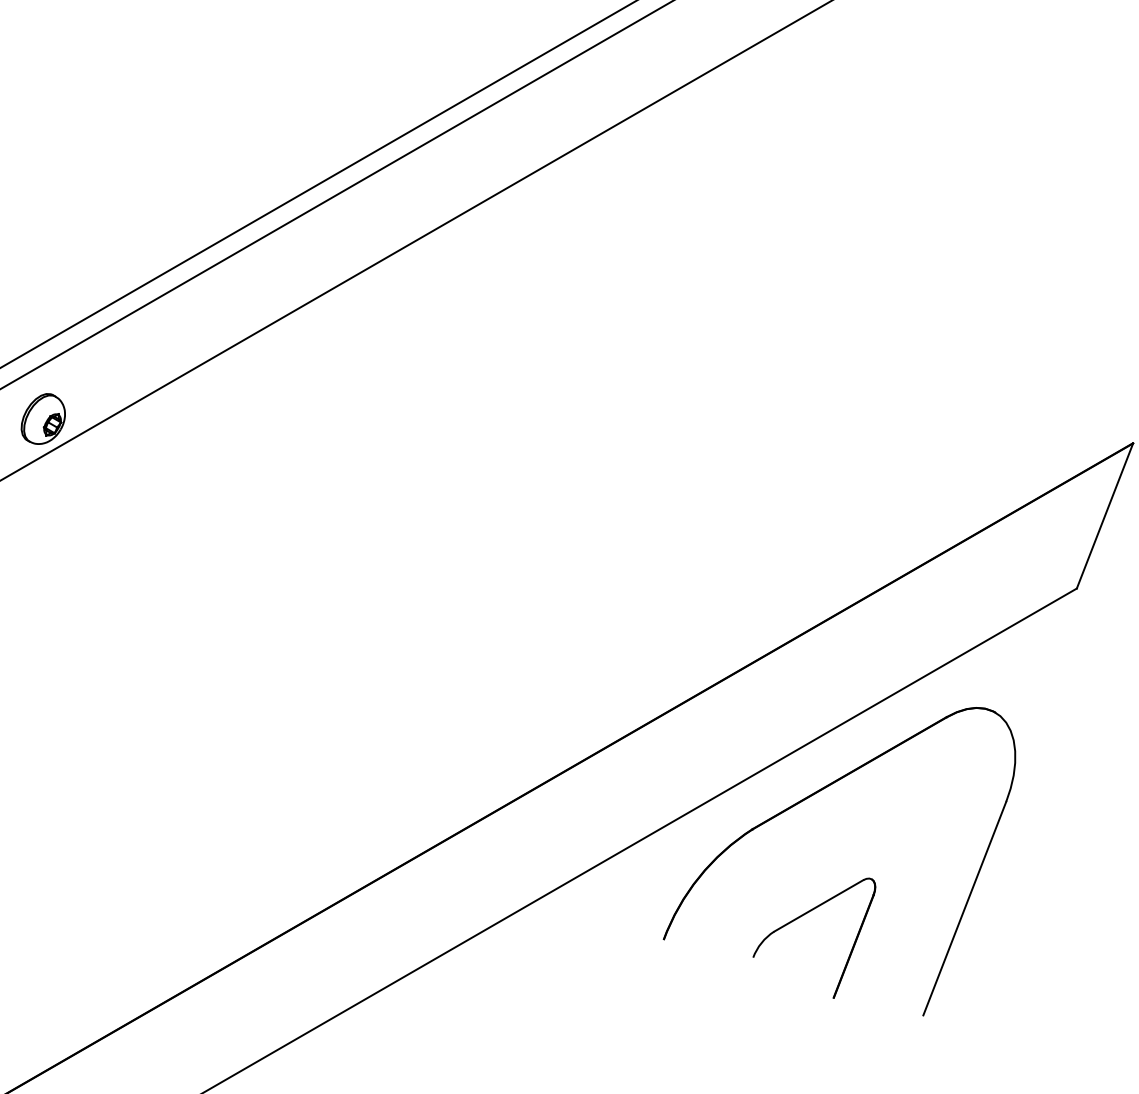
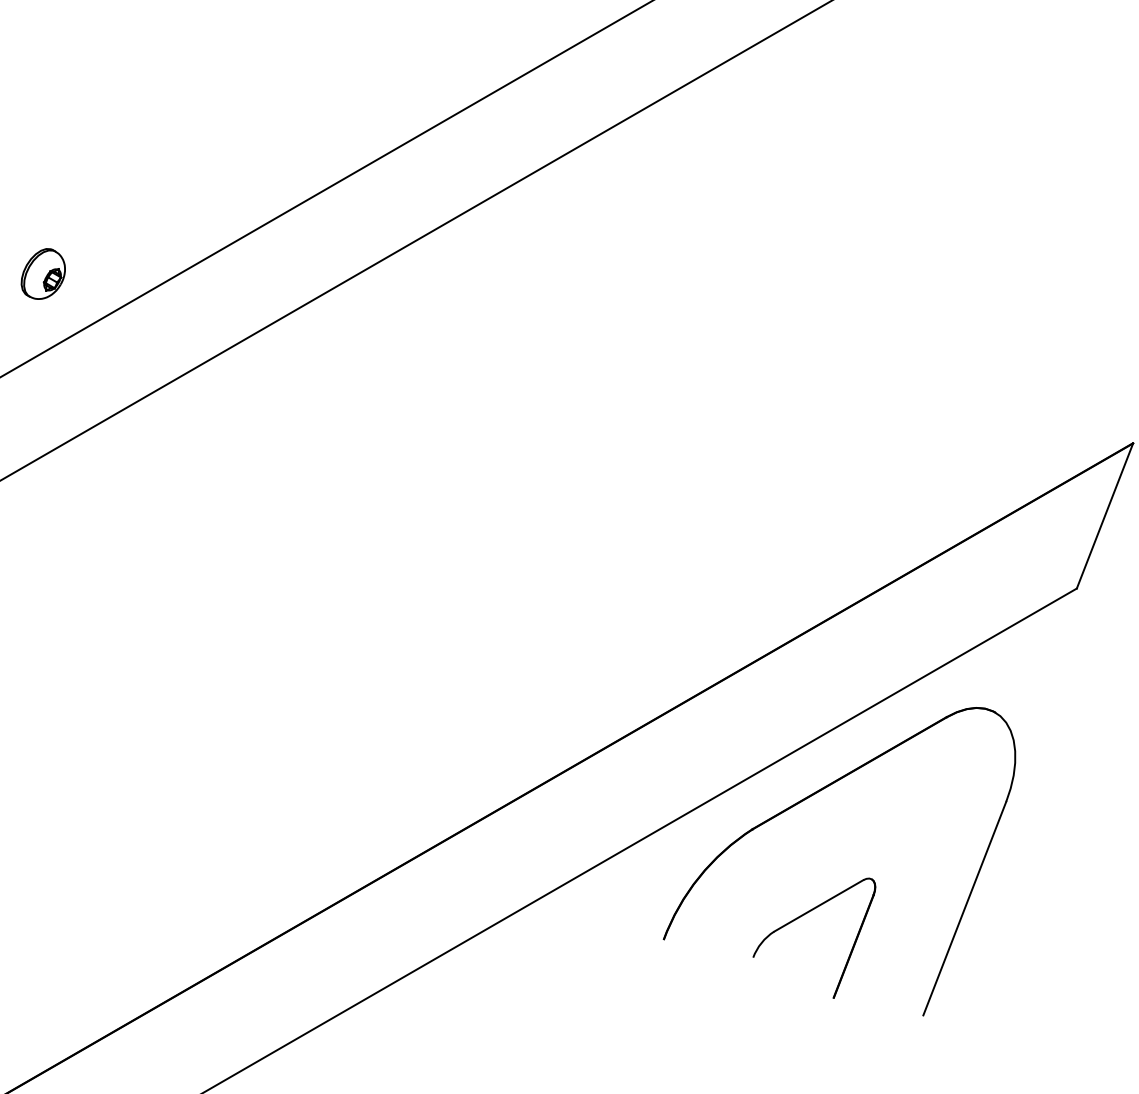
line at (318, 184) position: (318, 184) -> (326, 188)
line at (336, 194): present -> none
part at (42, 418) position: (42, 418) -> (42, 273)
